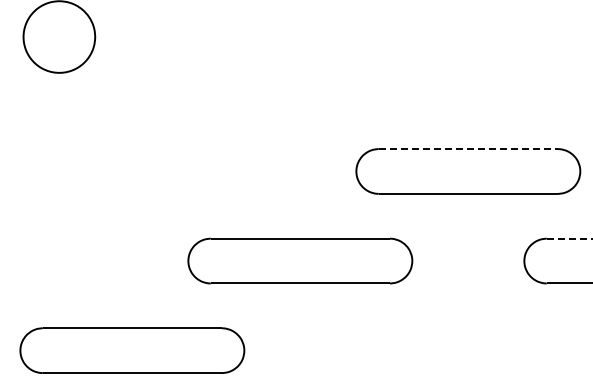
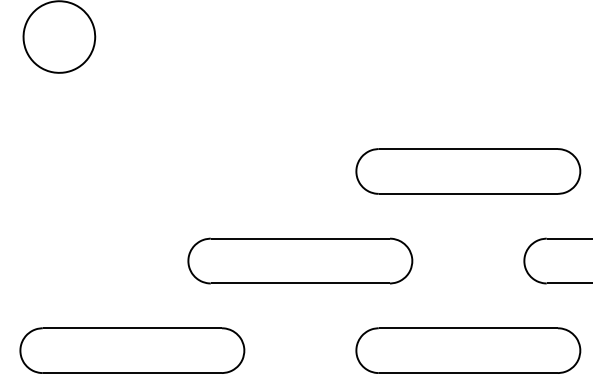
line at (468, 149): dashed -> solid
line at (569, 238): dashed -> solid
part at (468, 350): none -> present
